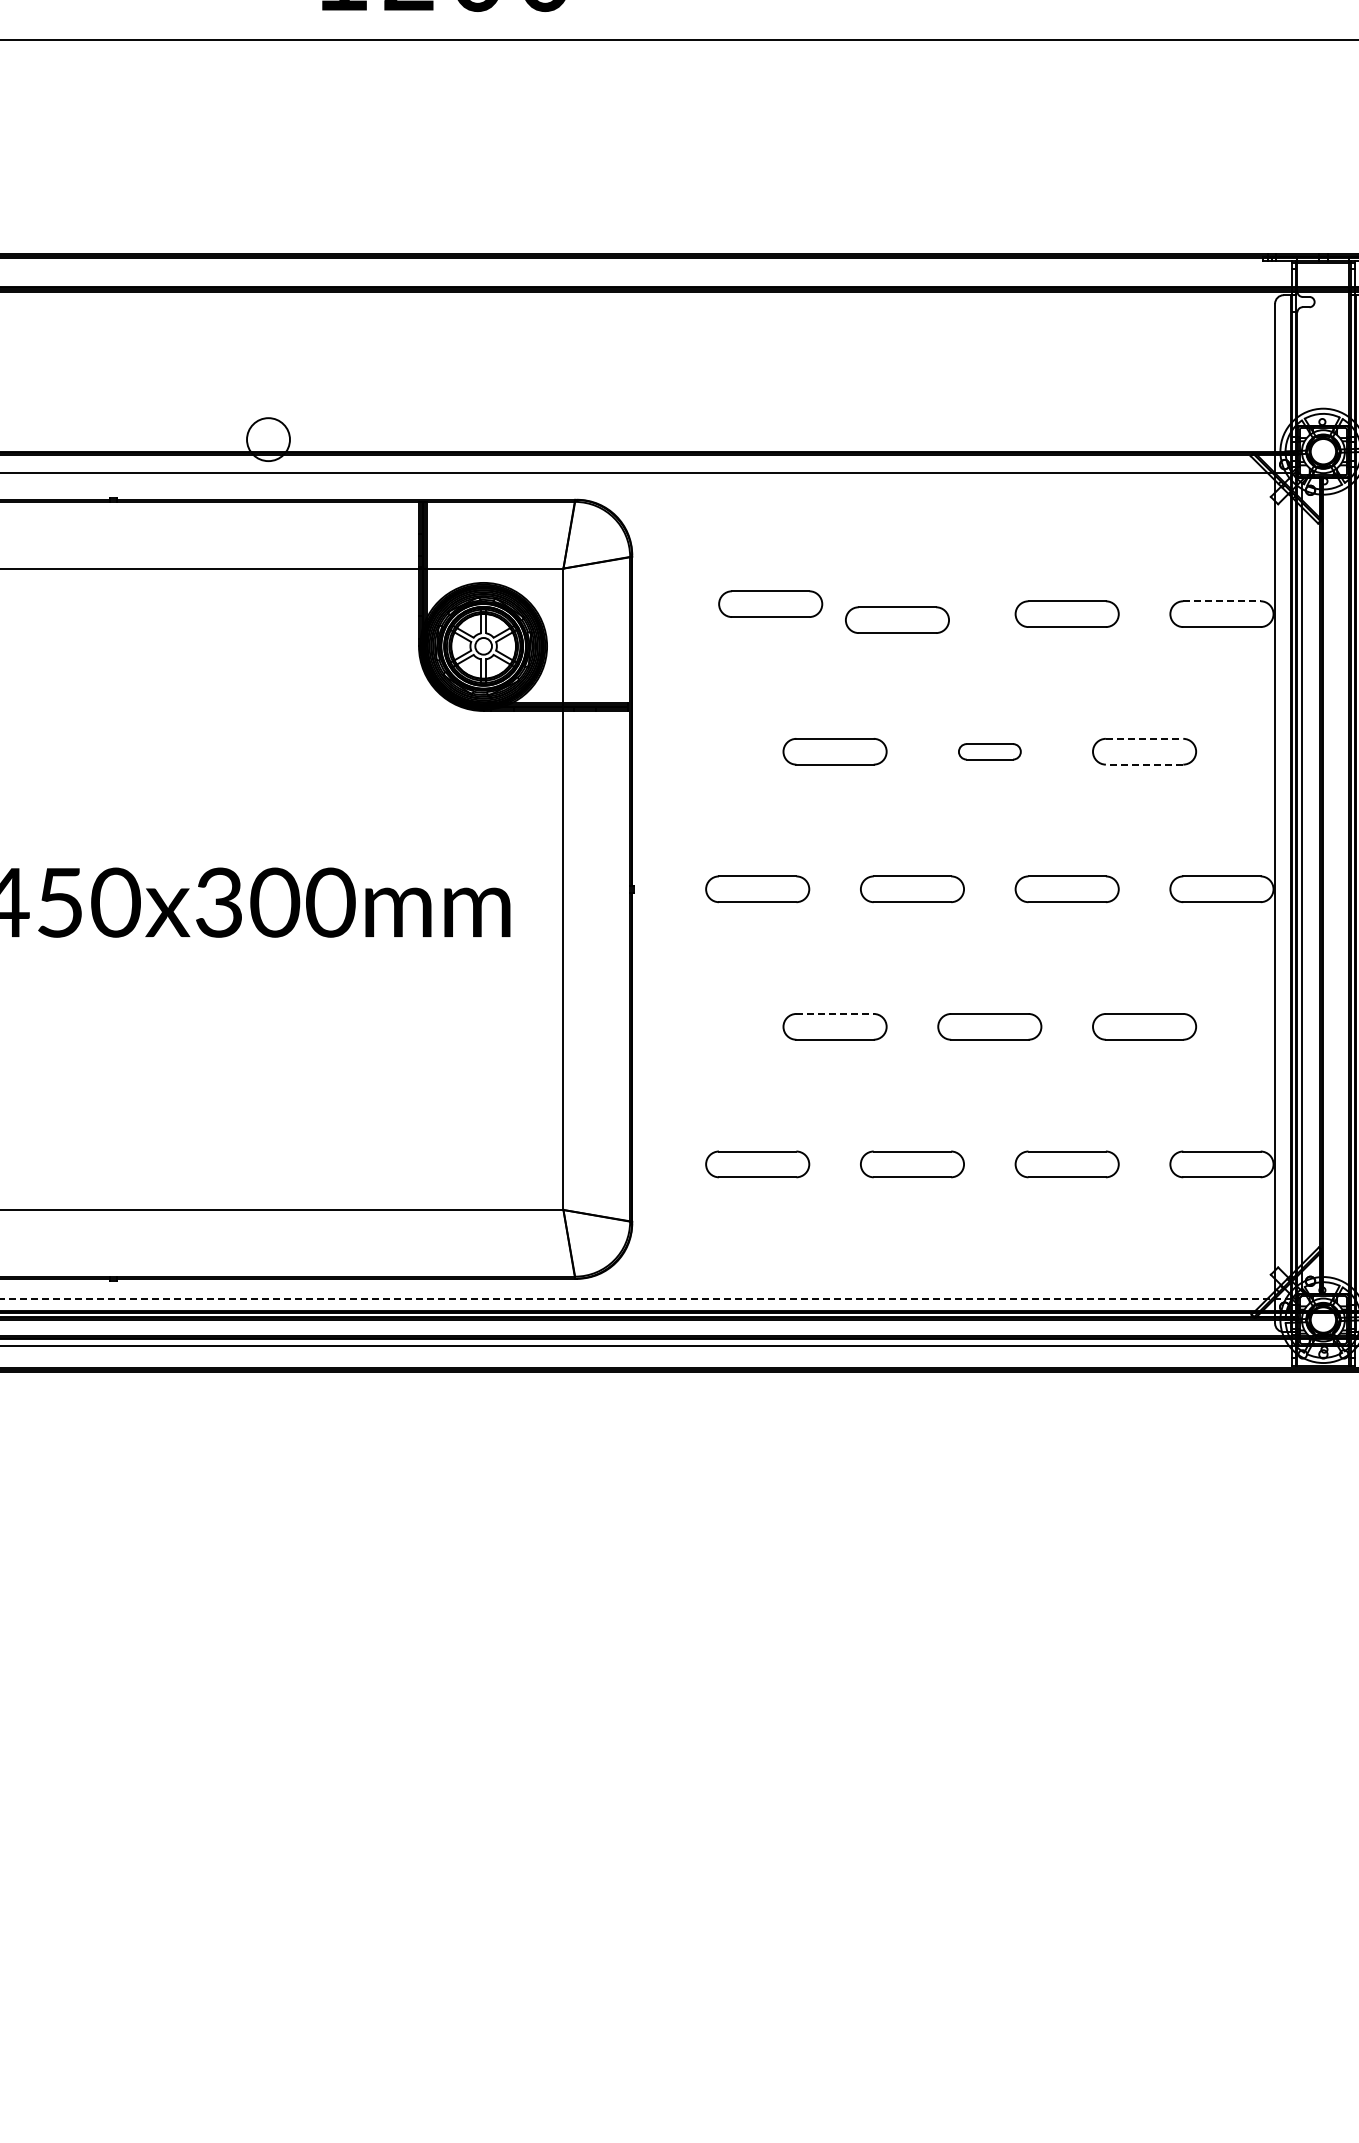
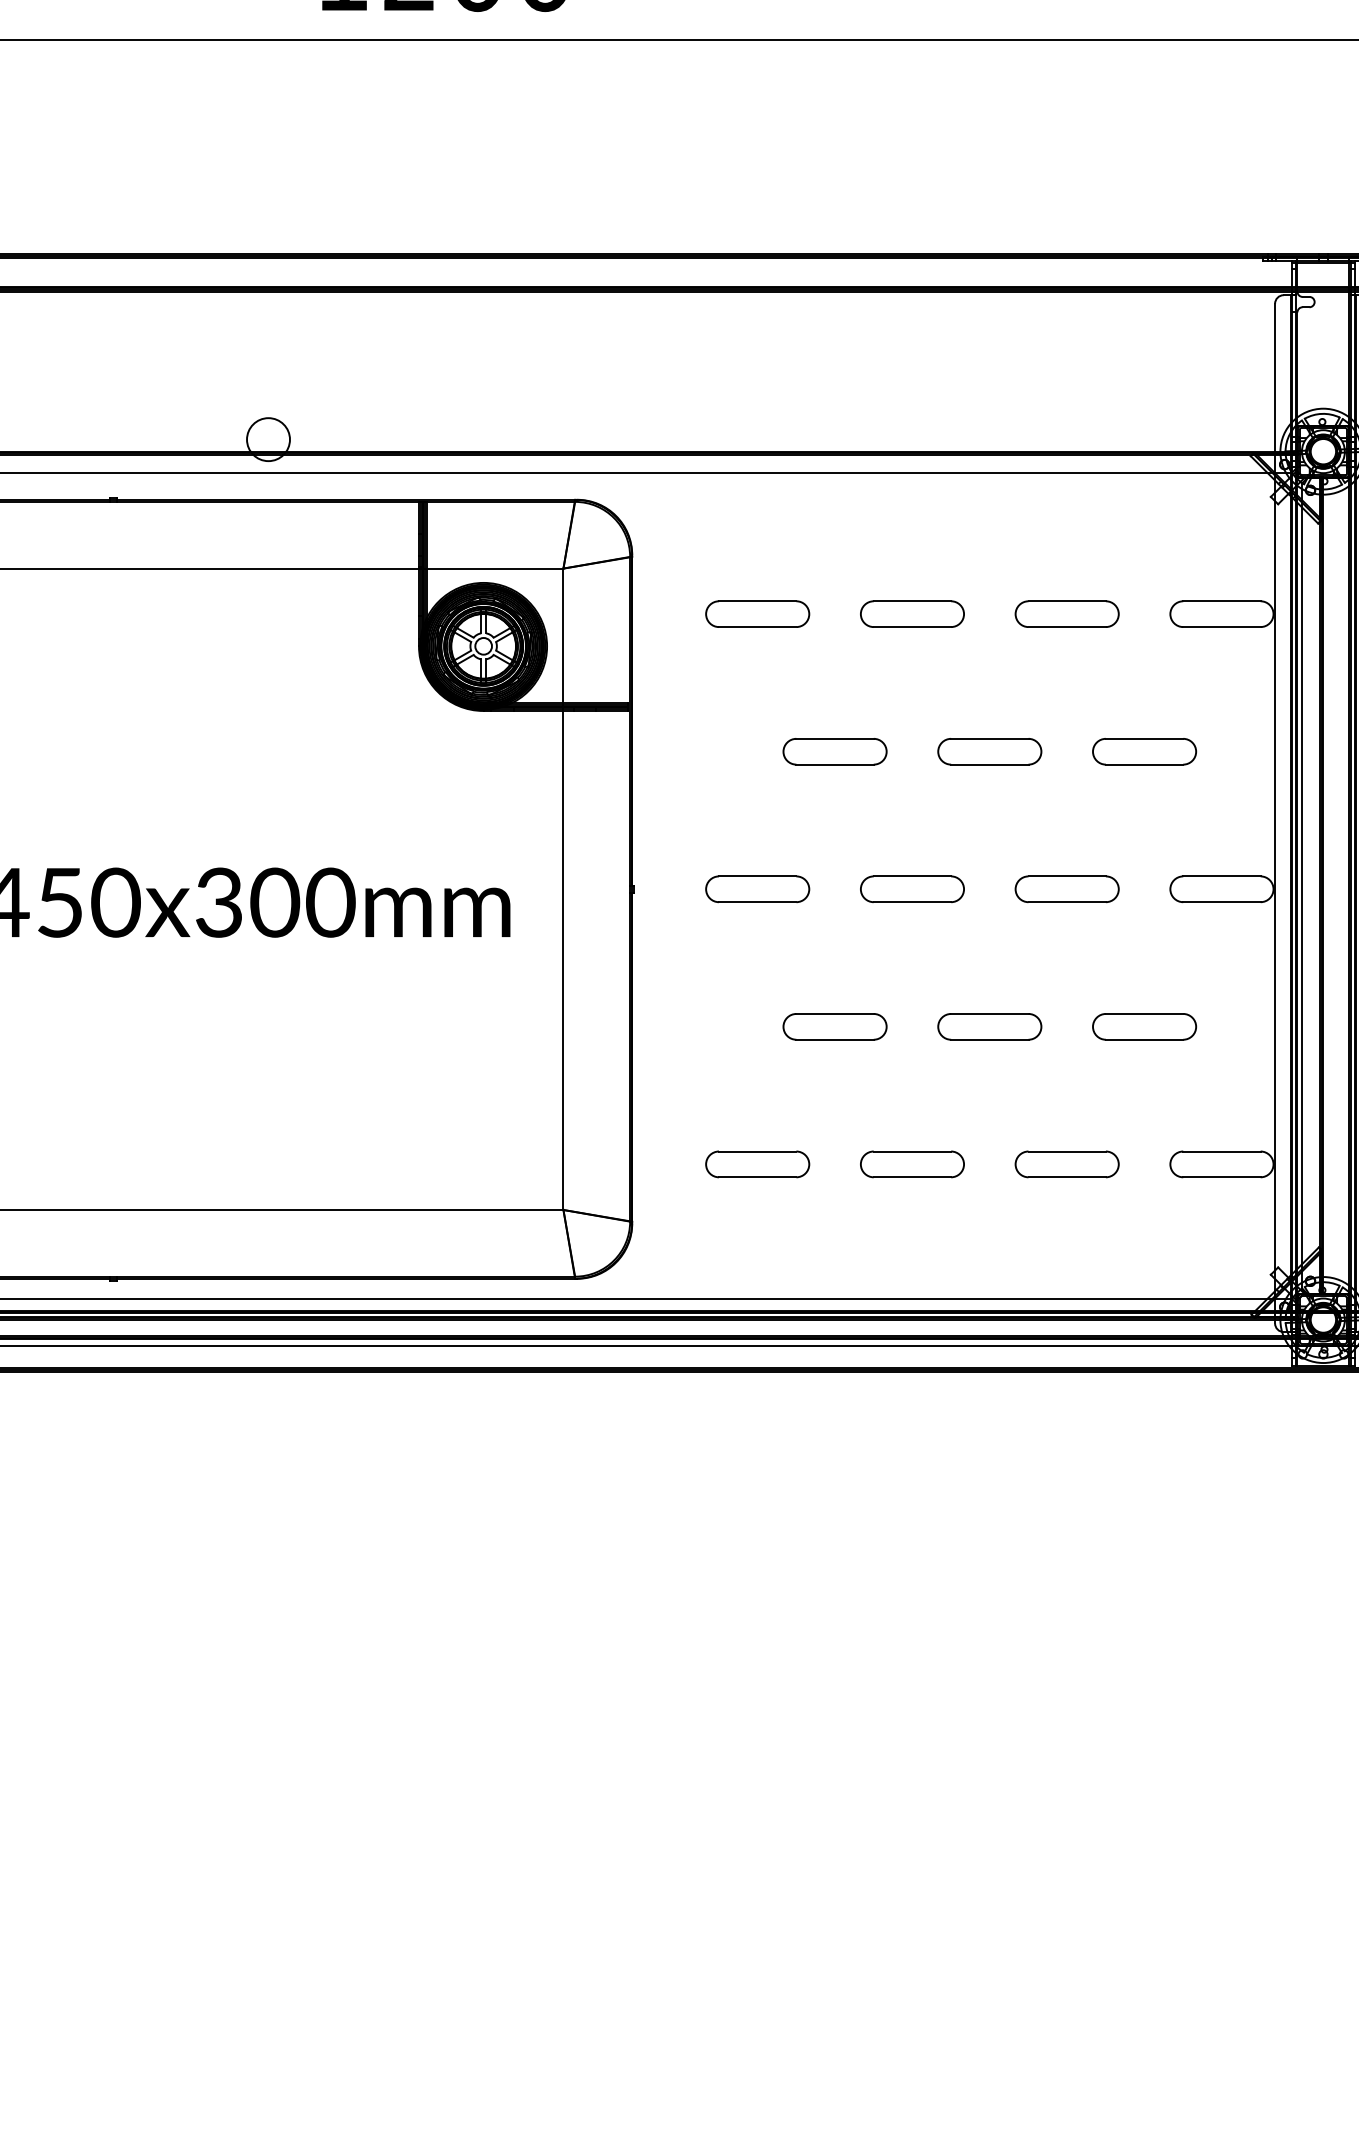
line at (1221, 601): dashed -> solid
part at (770, 603) position: (770, 603) -> (757, 613)
part at (897, 619) position: (897, 619) -> (912, 613)
line at (1144, 738): dashed -> solid
part at (989, 751) size: 64x18 px -> 106x28 px
line at (1144, 764): dashed -> solid
line at (835, 1013): dashed -> solid
line at (645, 1298): dashed -> solid
